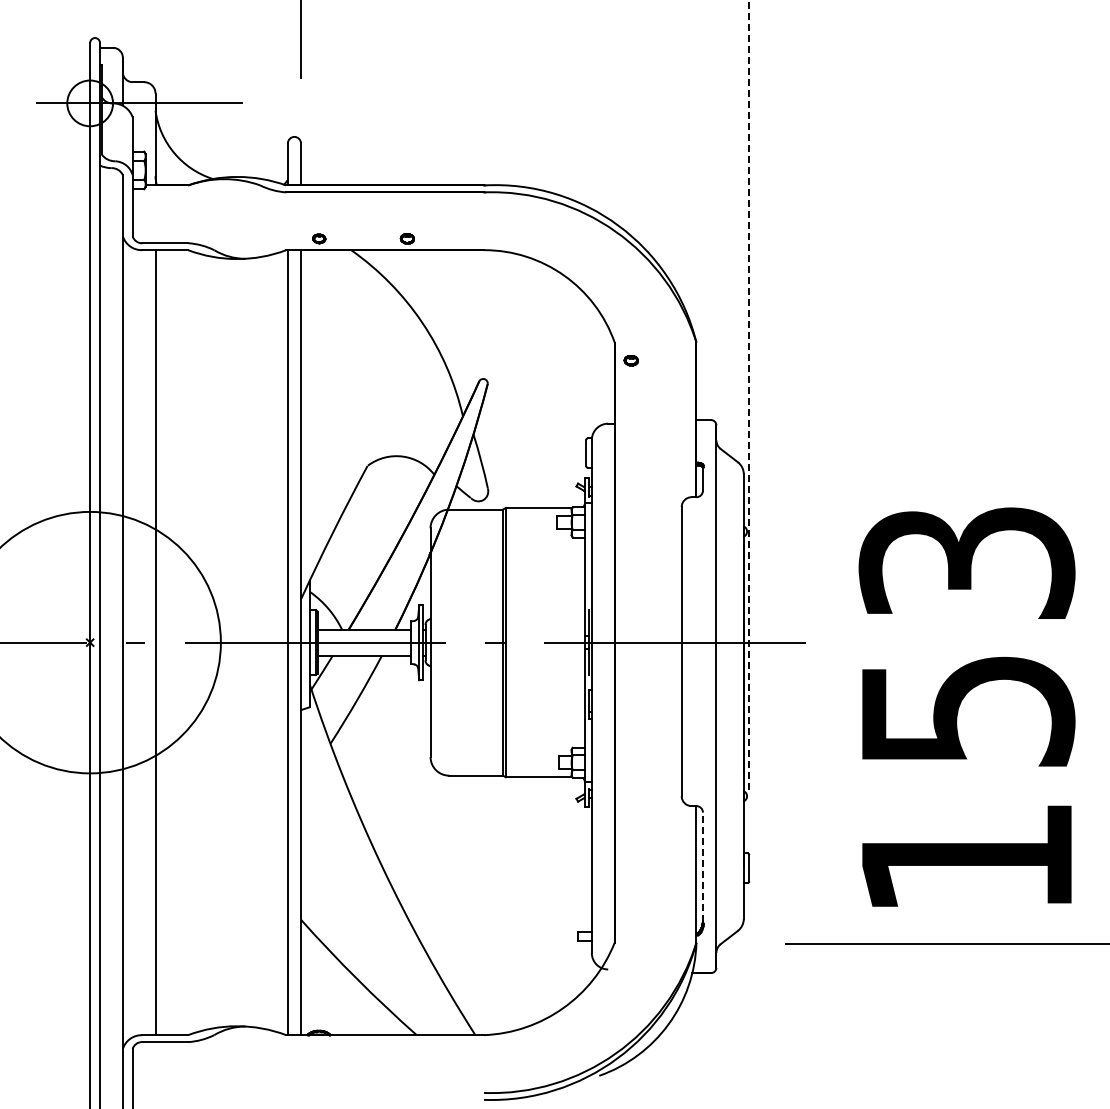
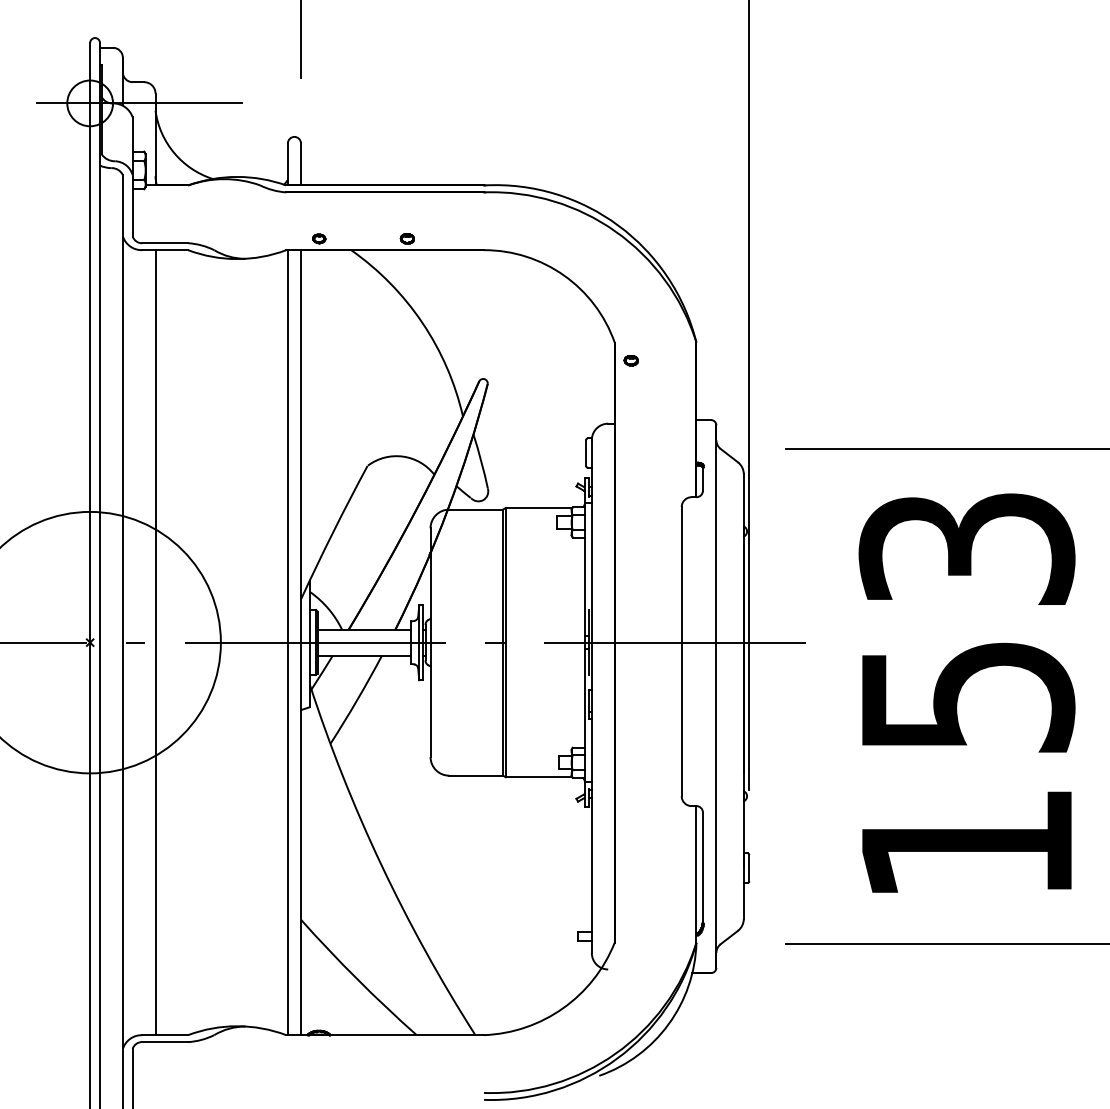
line at (749, 394): dashed -> solid
line at (946, 448): none -> present
text at (966, 706) position: (966, 706) -> (966, 692)
line at (702, 867): dashed -> solid
